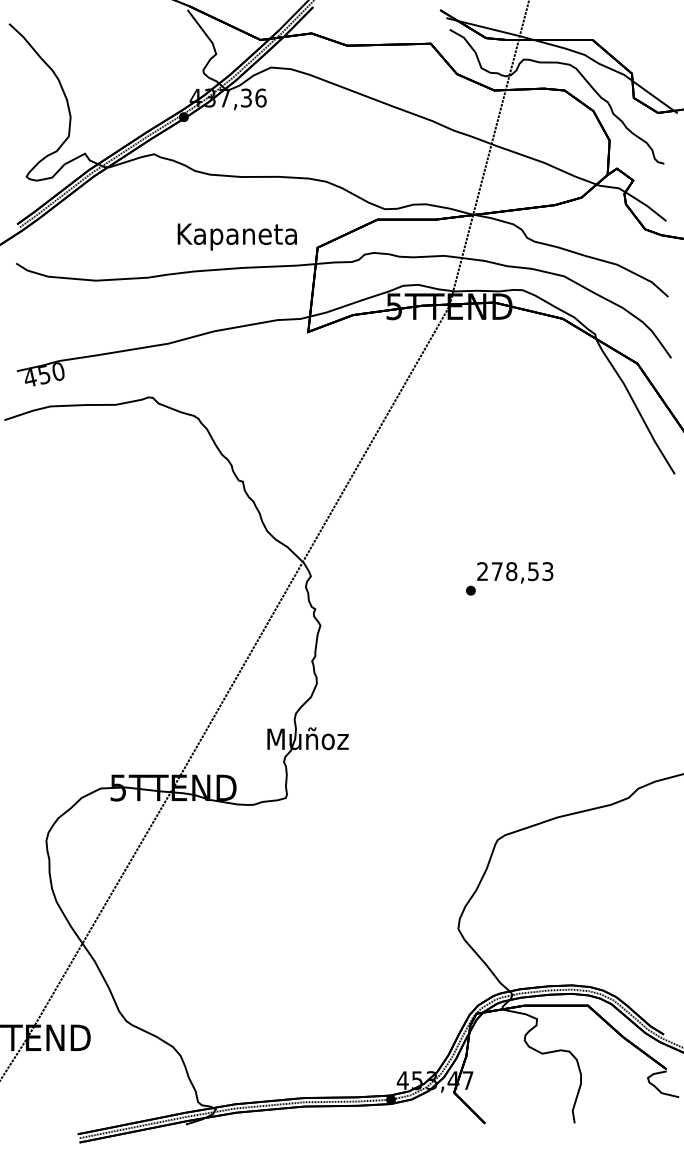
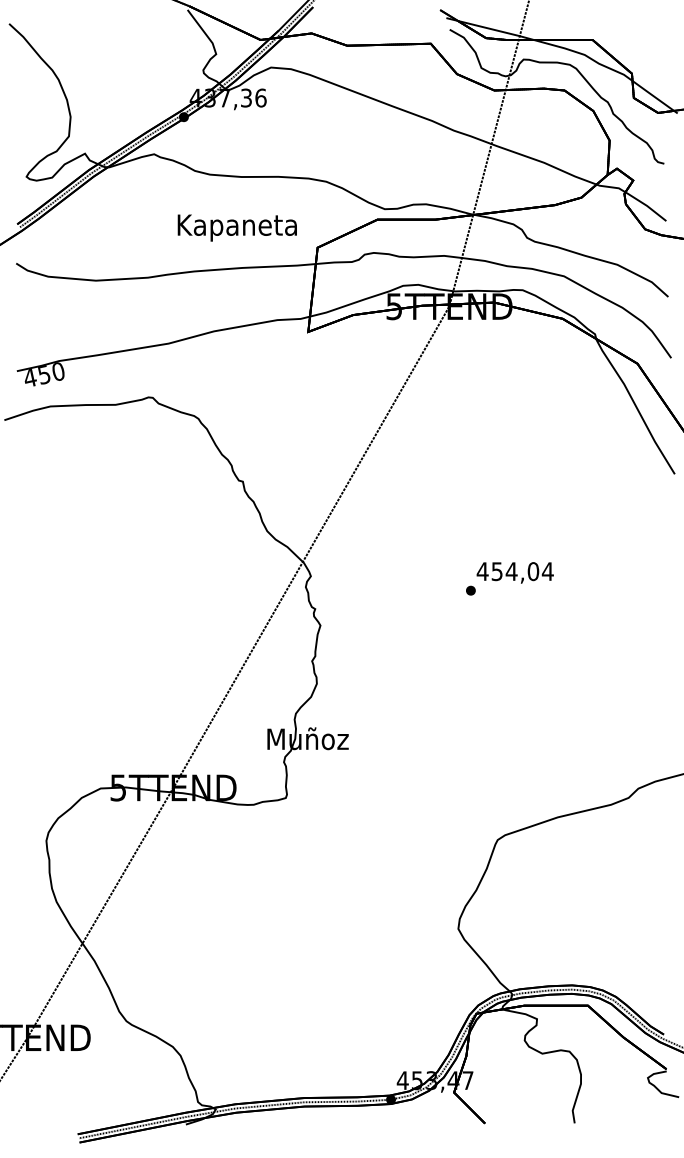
text at (236, 236) position: (236, 236) -> (236, 227)
text at (514, 571): 278,53 -> 454,04
